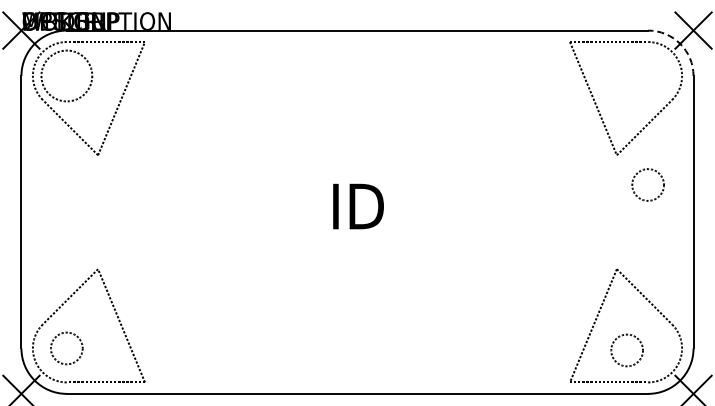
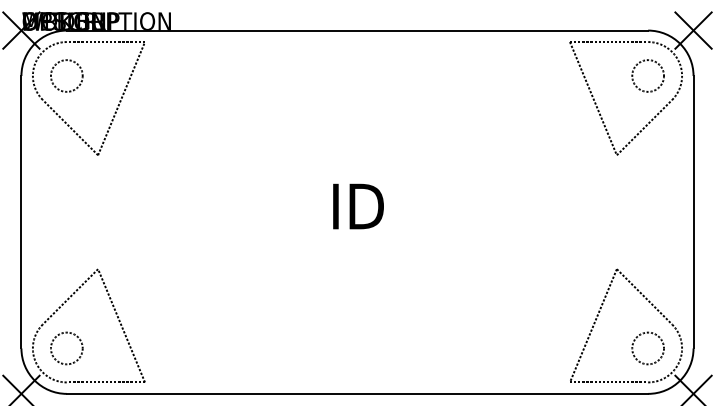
arc at (680, 43): dashed -> solid
circle at (66, 75) diameter: 51 px -> 32 px
circle at (647, 184) position: (647, 184) -> (647, 75)
circle at (626, 350) position: (626, 350) -> (647, 348)
